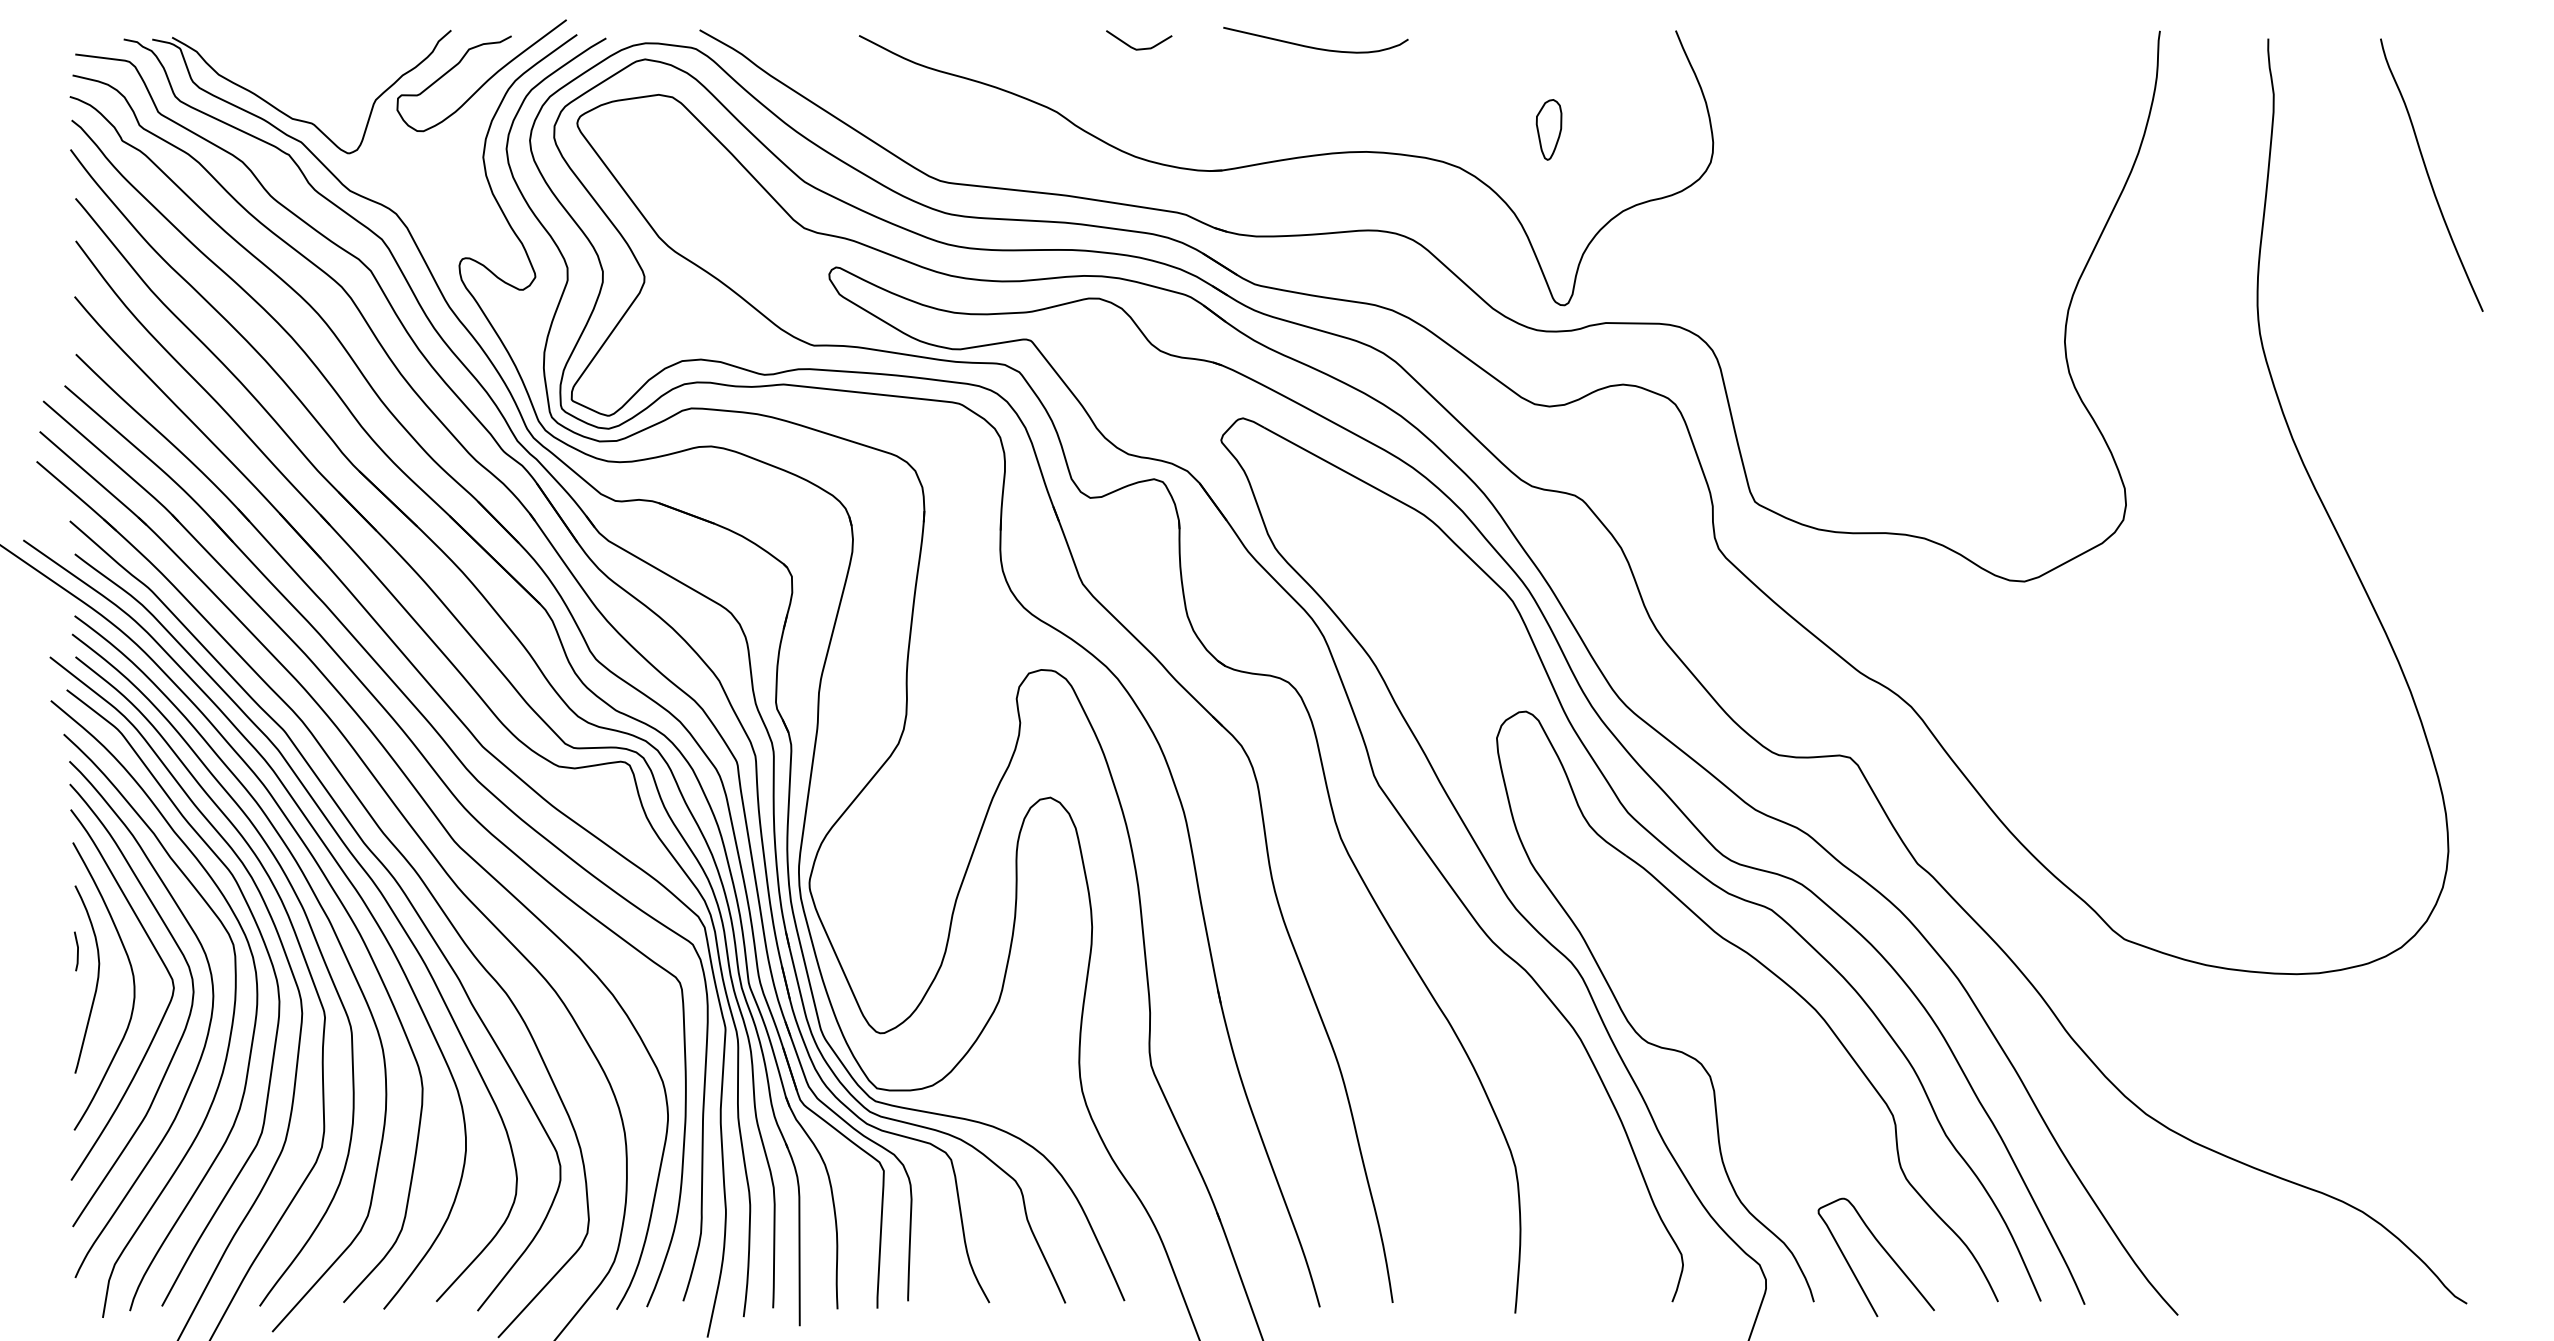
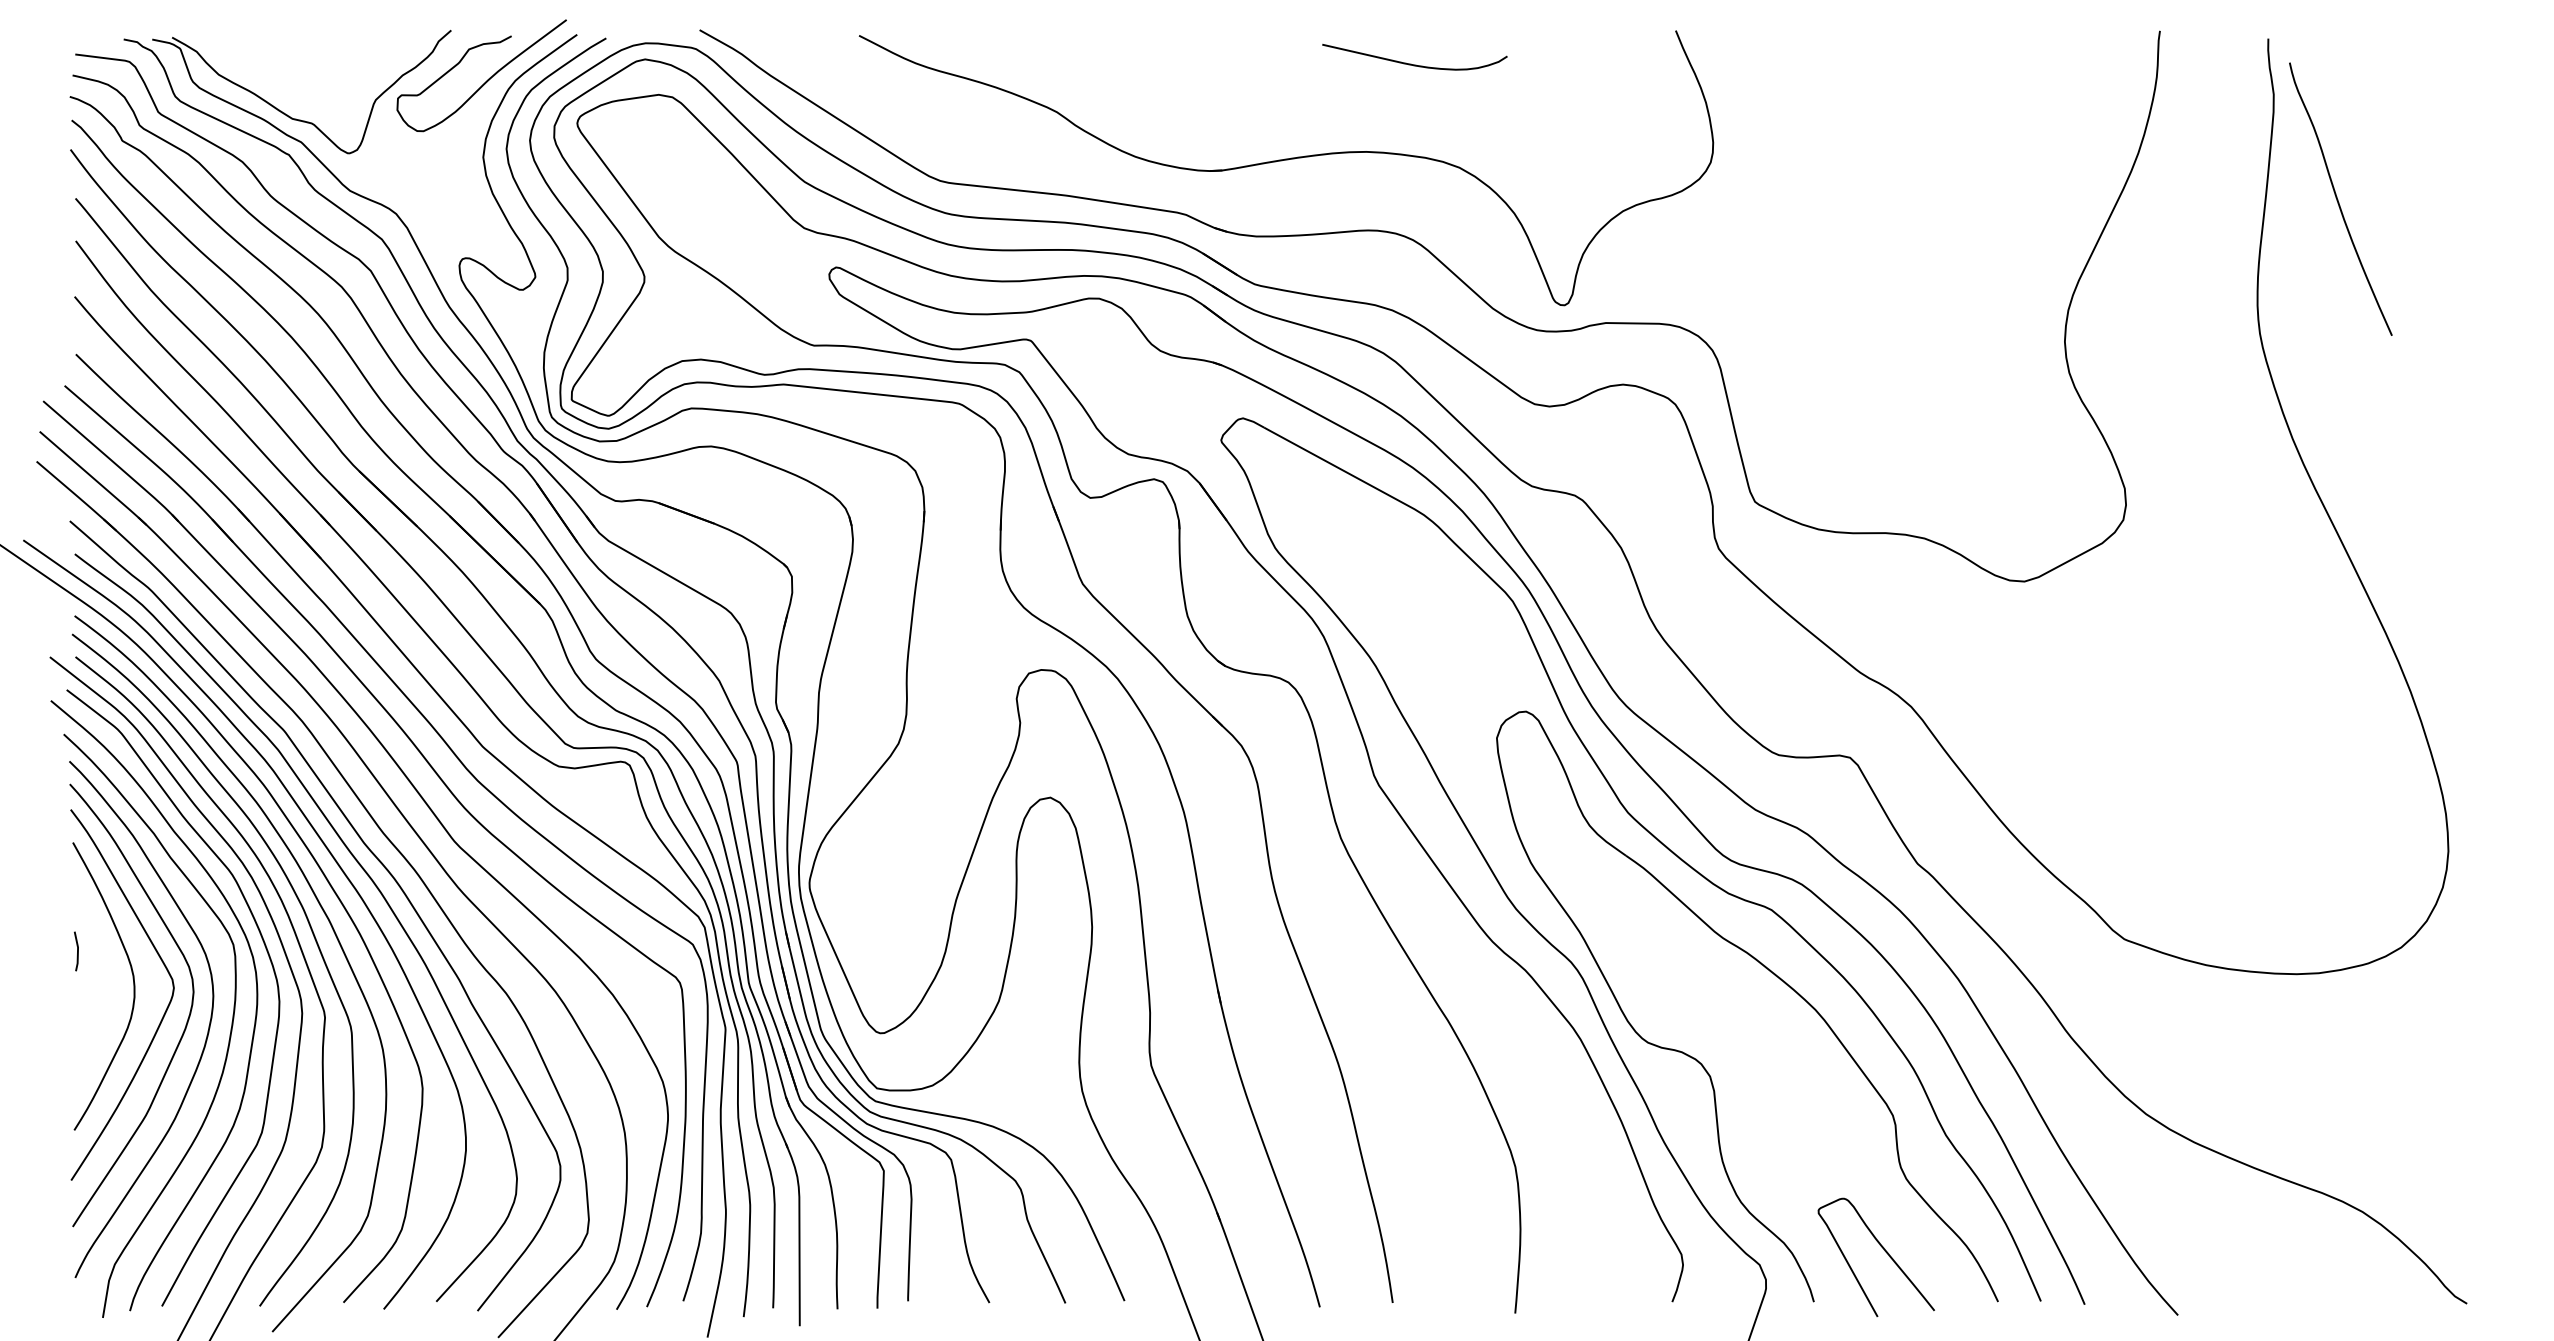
curve at (1312, 46) position: (1312, 46) -> (1411, 63)
curve at (1139, 48): present -> none
part at (1548, 129): present -> none
curve at (2429, 175) position: (2429, 175) -> (2338, 199)
curve at (96, 980): present -> none
